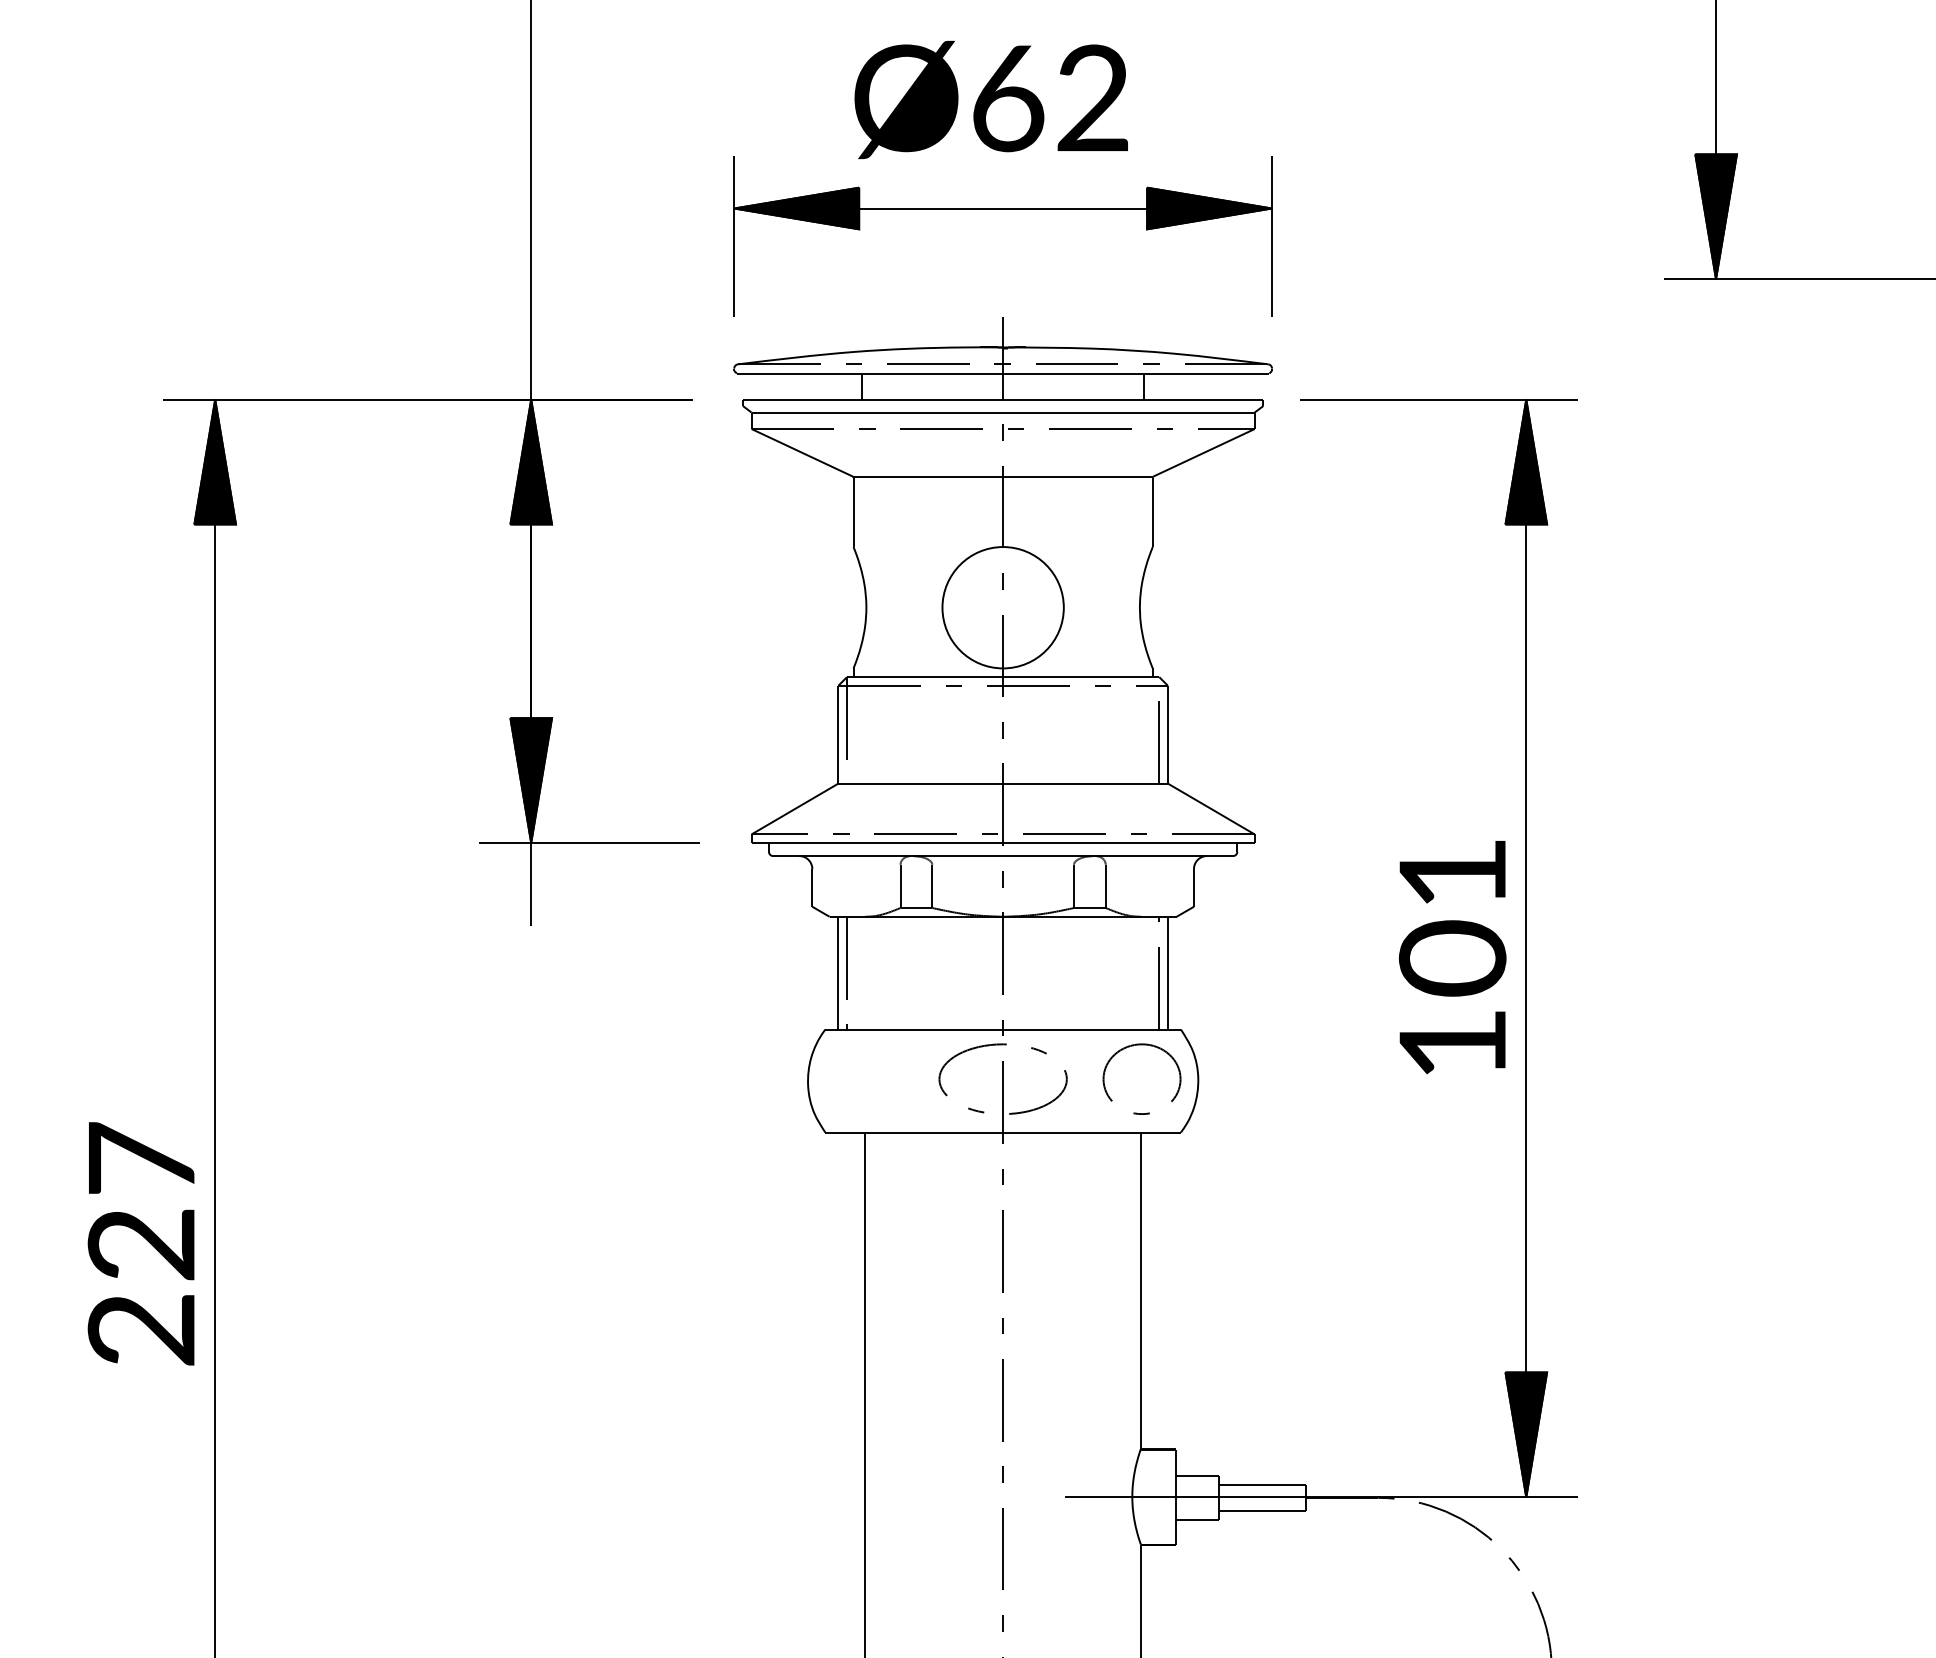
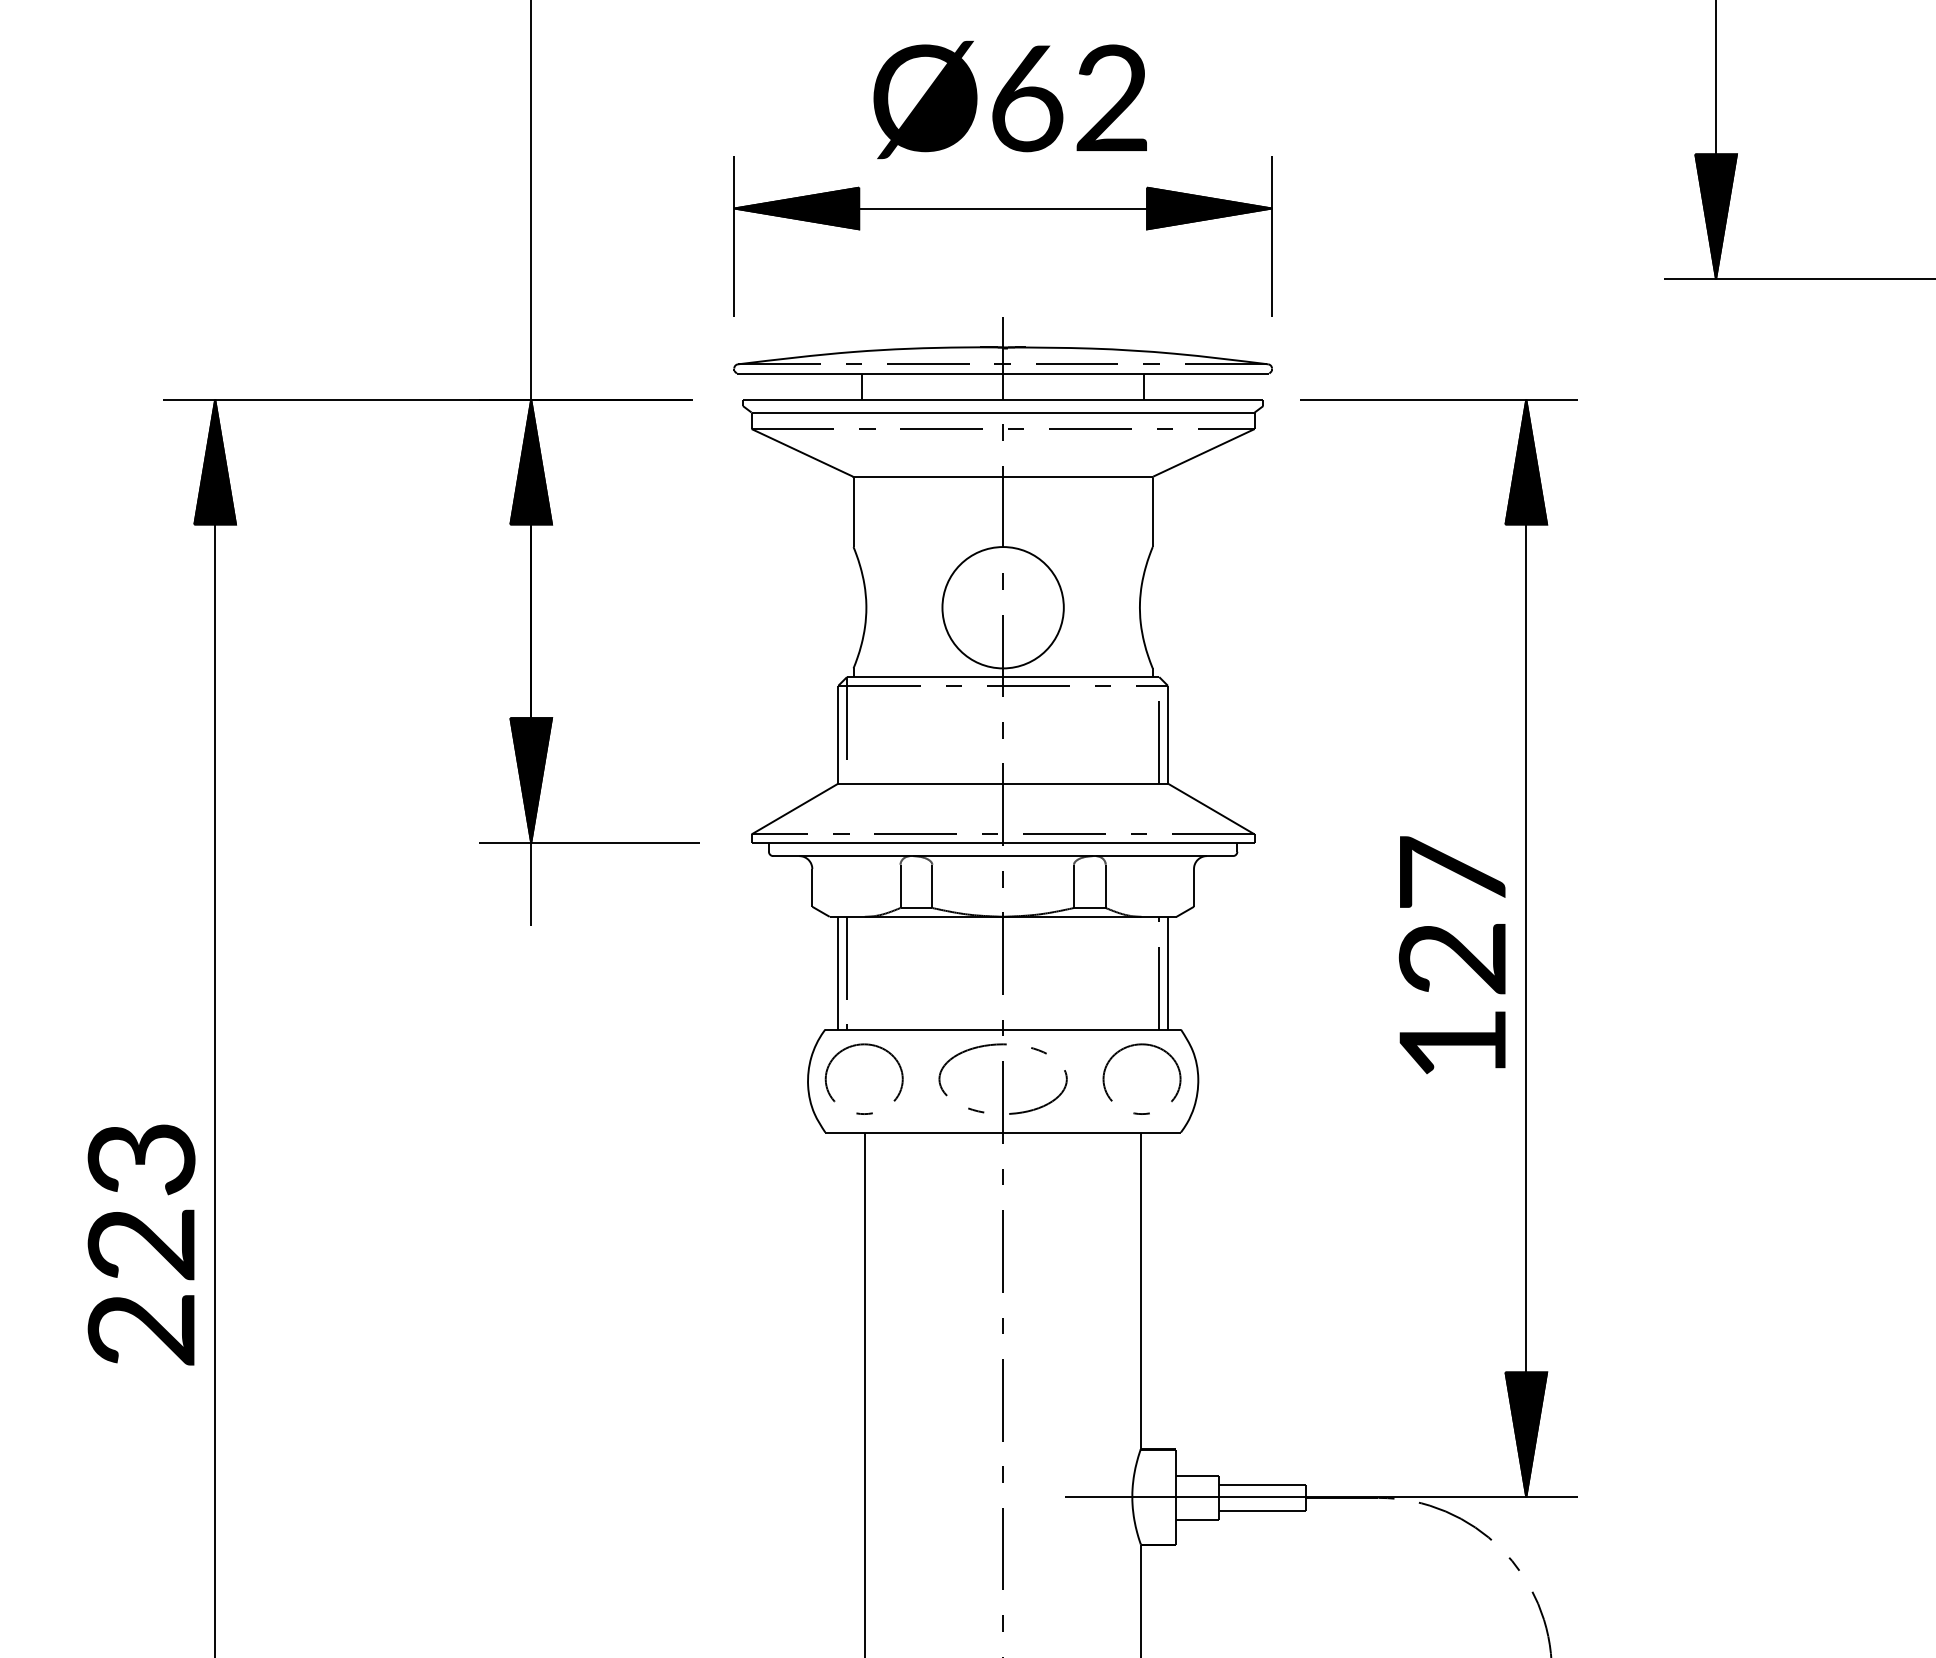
text at (990, 99) position: (990, 99) -> (1009, 99)
text at (1452, 916): 101 -> 127
part at (855, 1046): none -> present
text at (141, 1158): 227 -> 223
